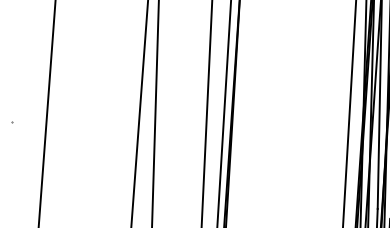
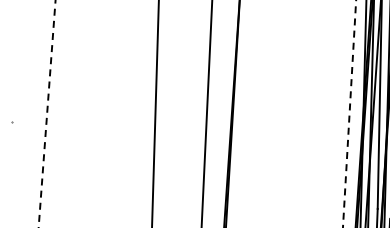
line at (47, 113): solid -> dashed
line at (139, 113): present -> none
line at (223, 113): present -> none
line at (349, 113): solid -> dashed
